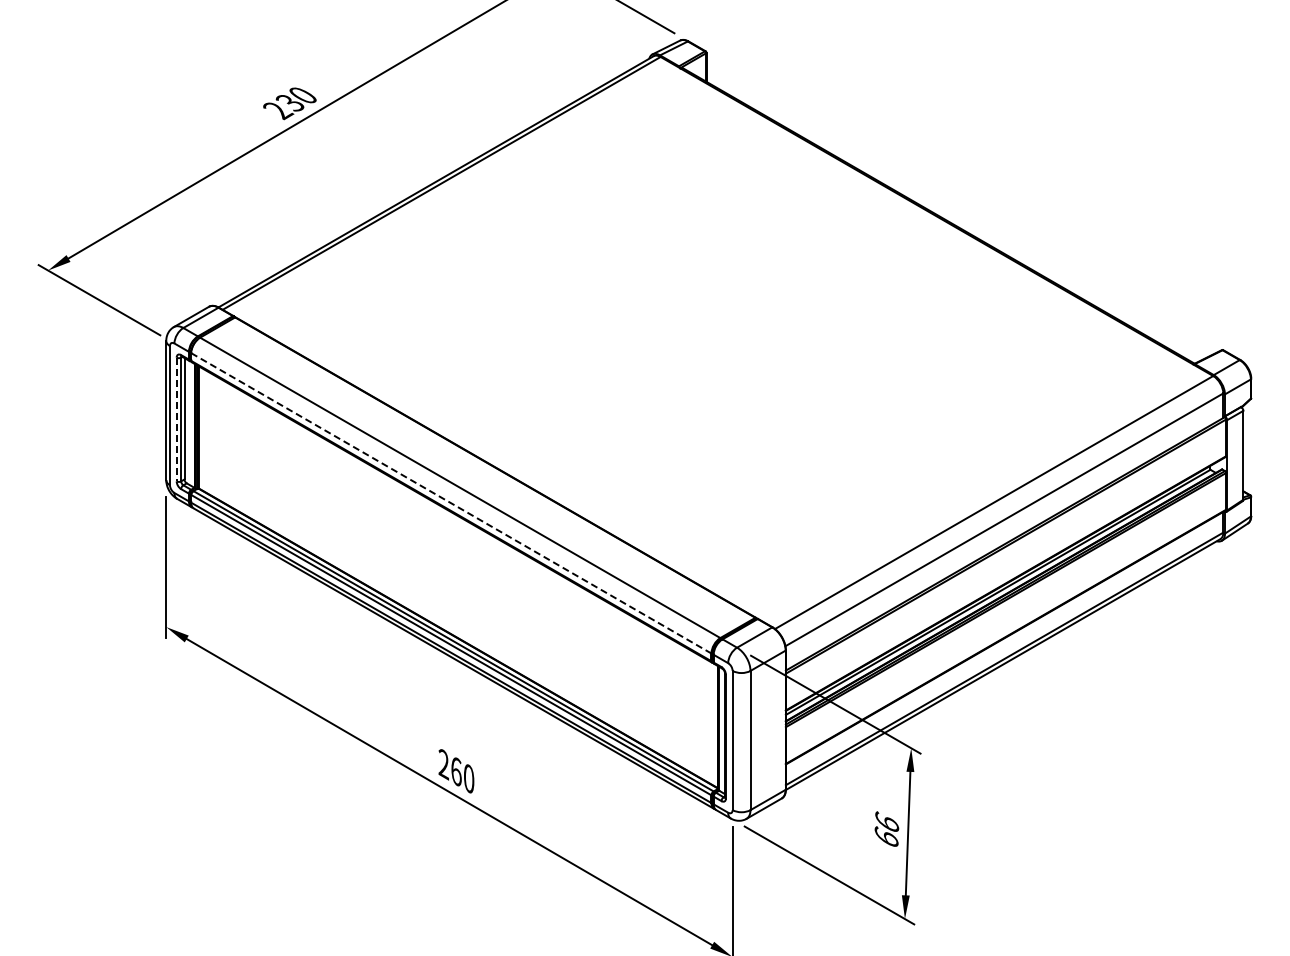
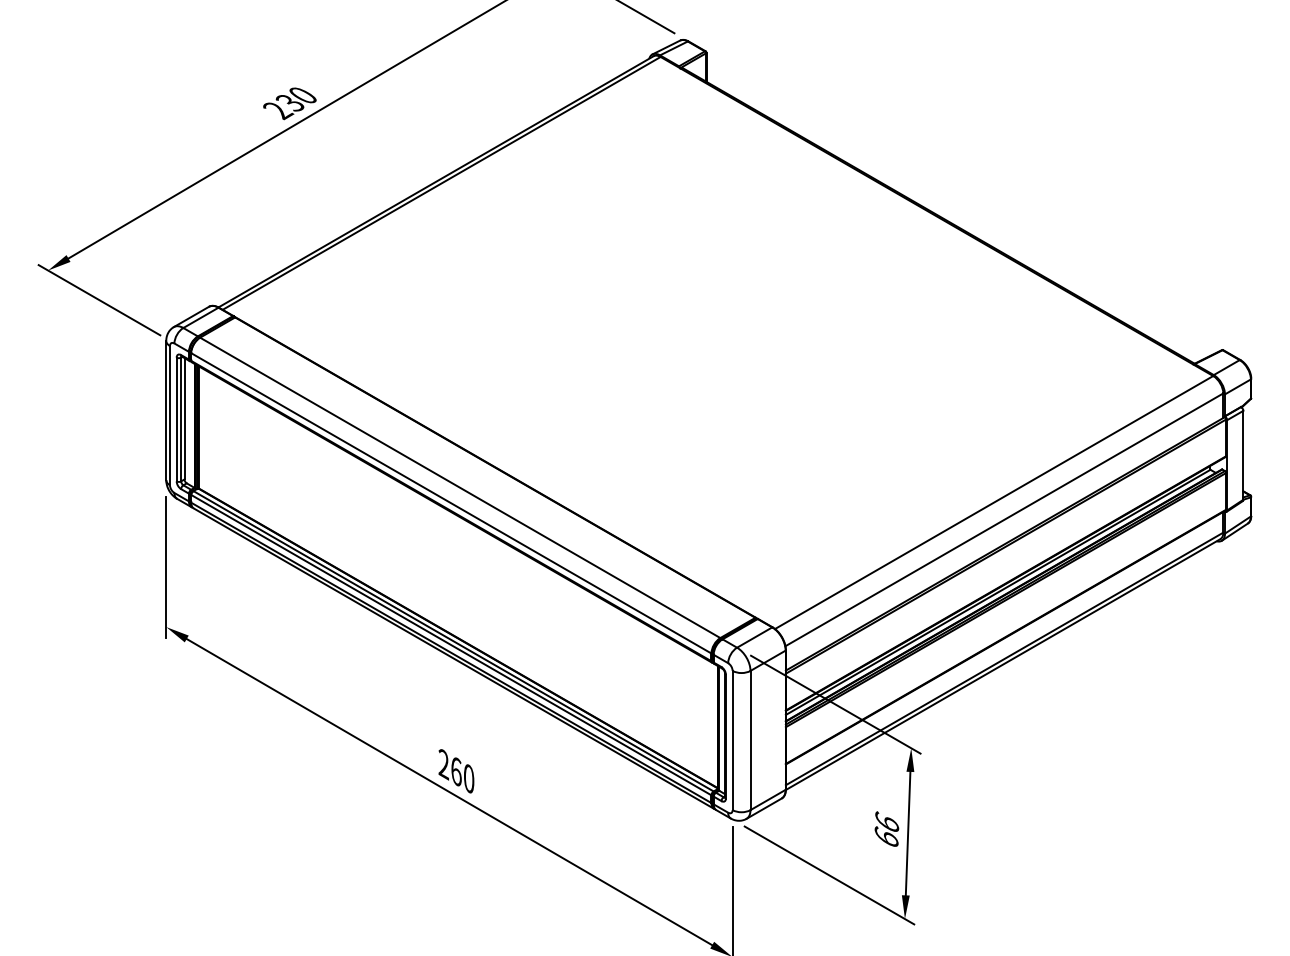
line at (176, 419): dashed -> solid
line at (451, 503): dashed -> solid
